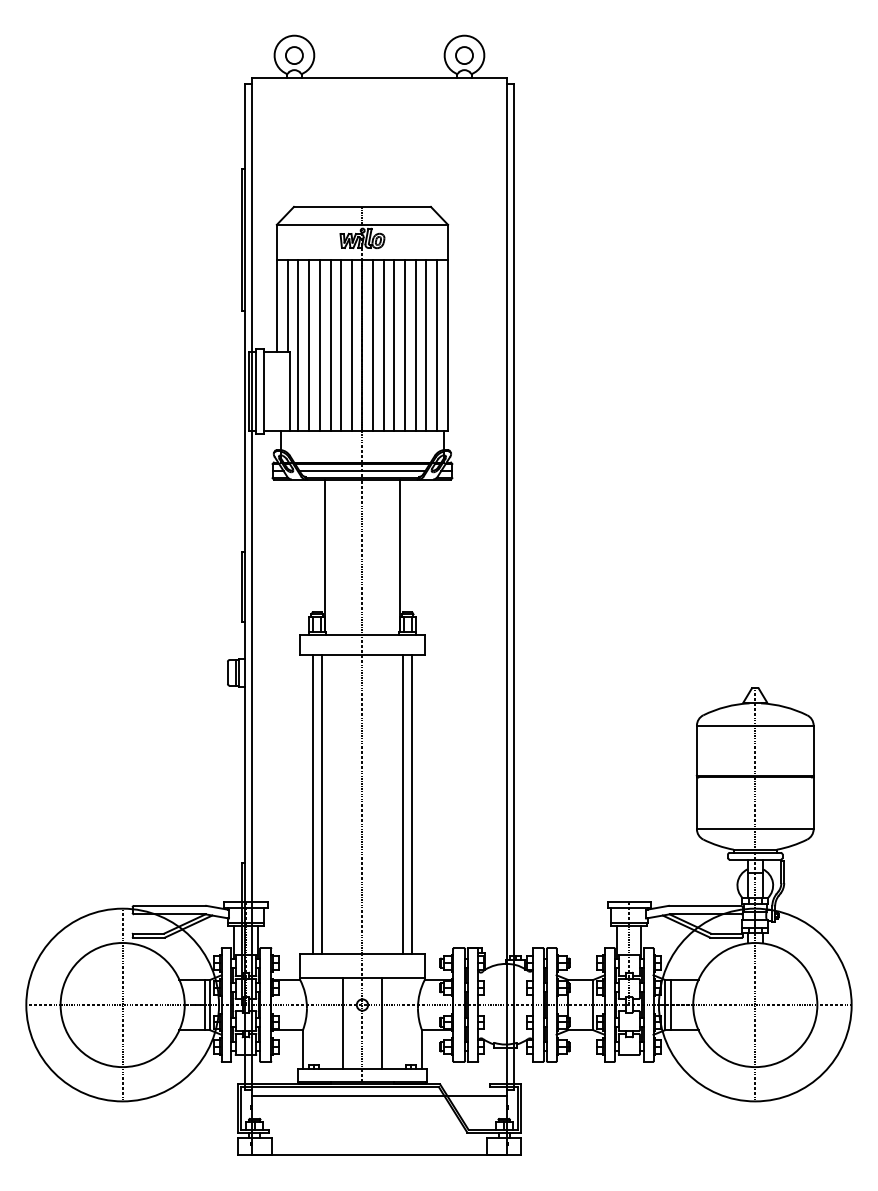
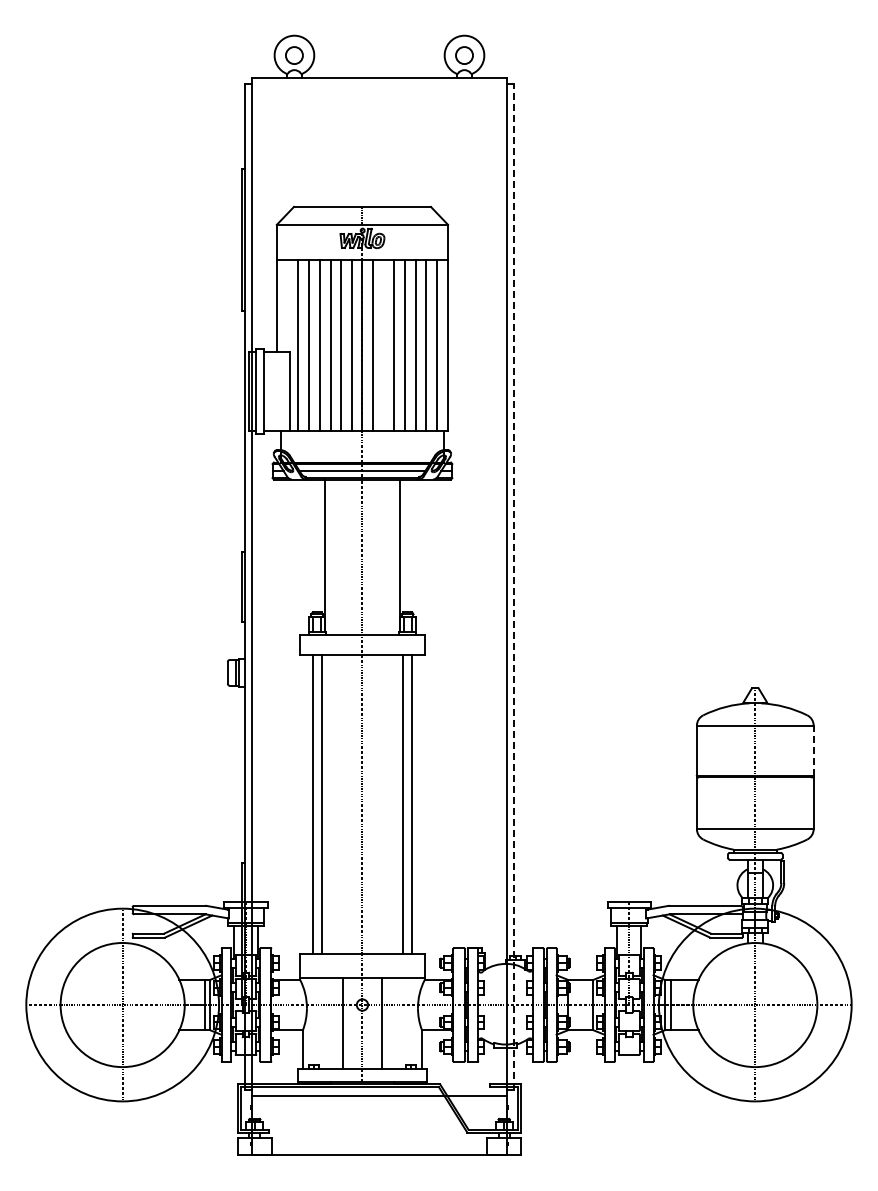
line at (287, 305): present -> none
line at (383, 345): present -> none
line at (514, 586): solid -> dashed
line at (813, 750): solid -> dashed
